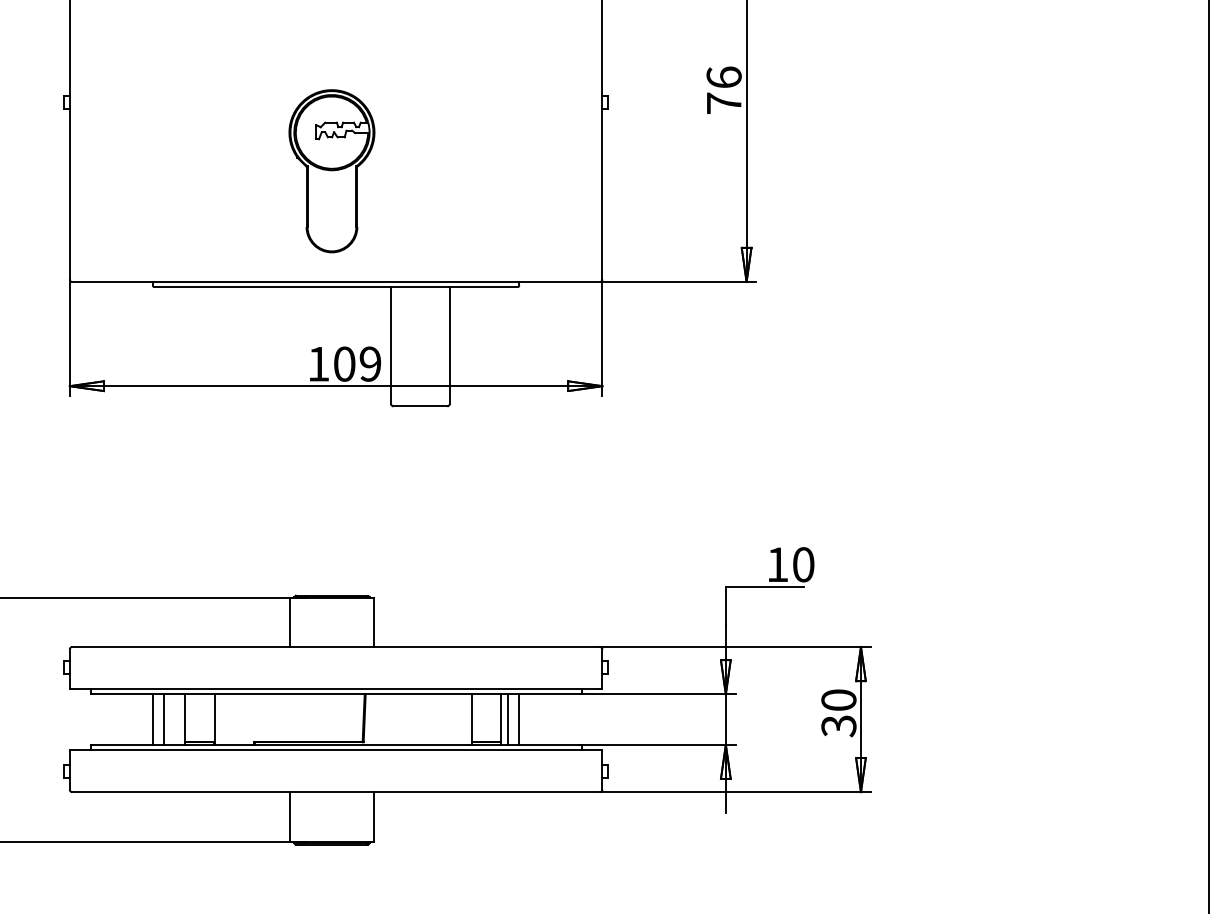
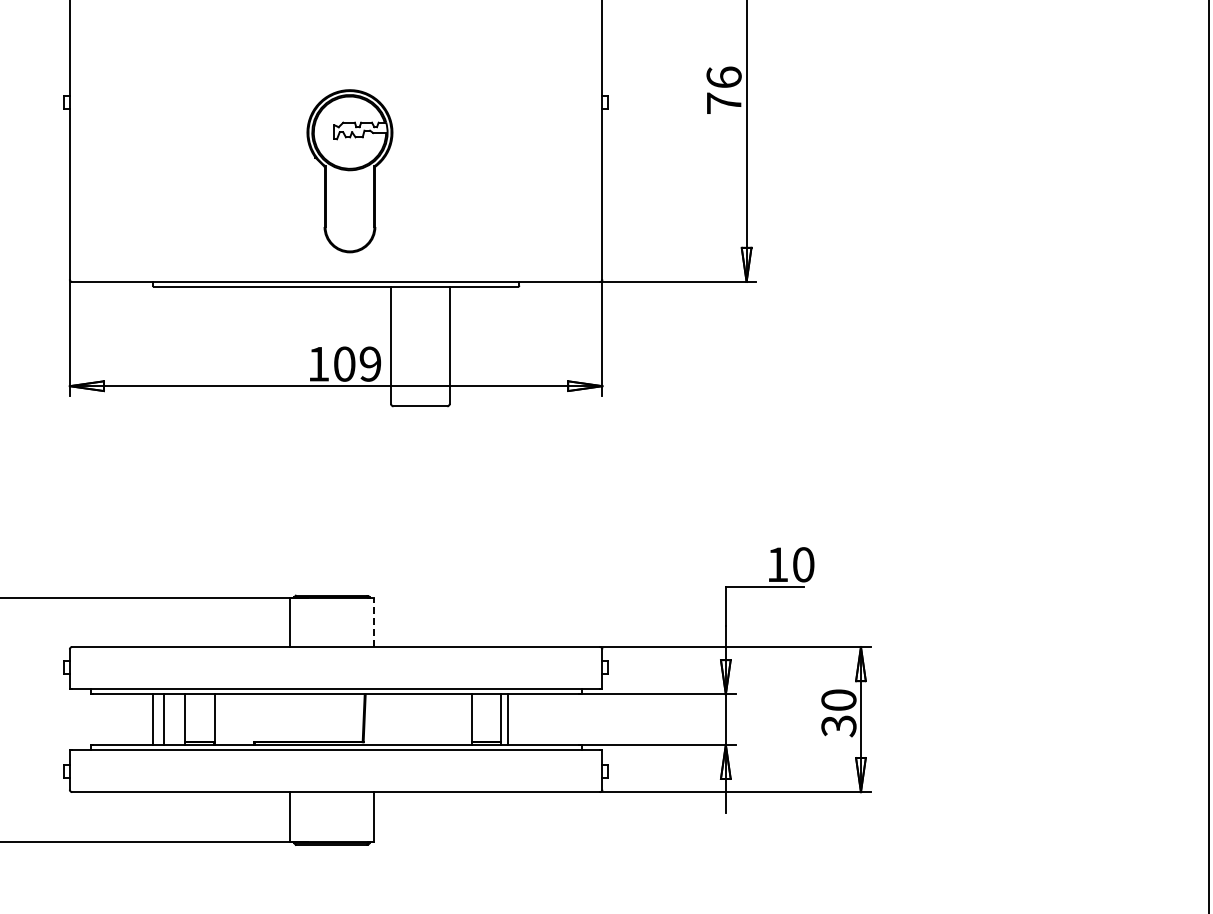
part at (331, 171) position: (331, 171) -> (349, 171)
line at (373, 622): solid -> dashed
line at (519, 719): present -> none
